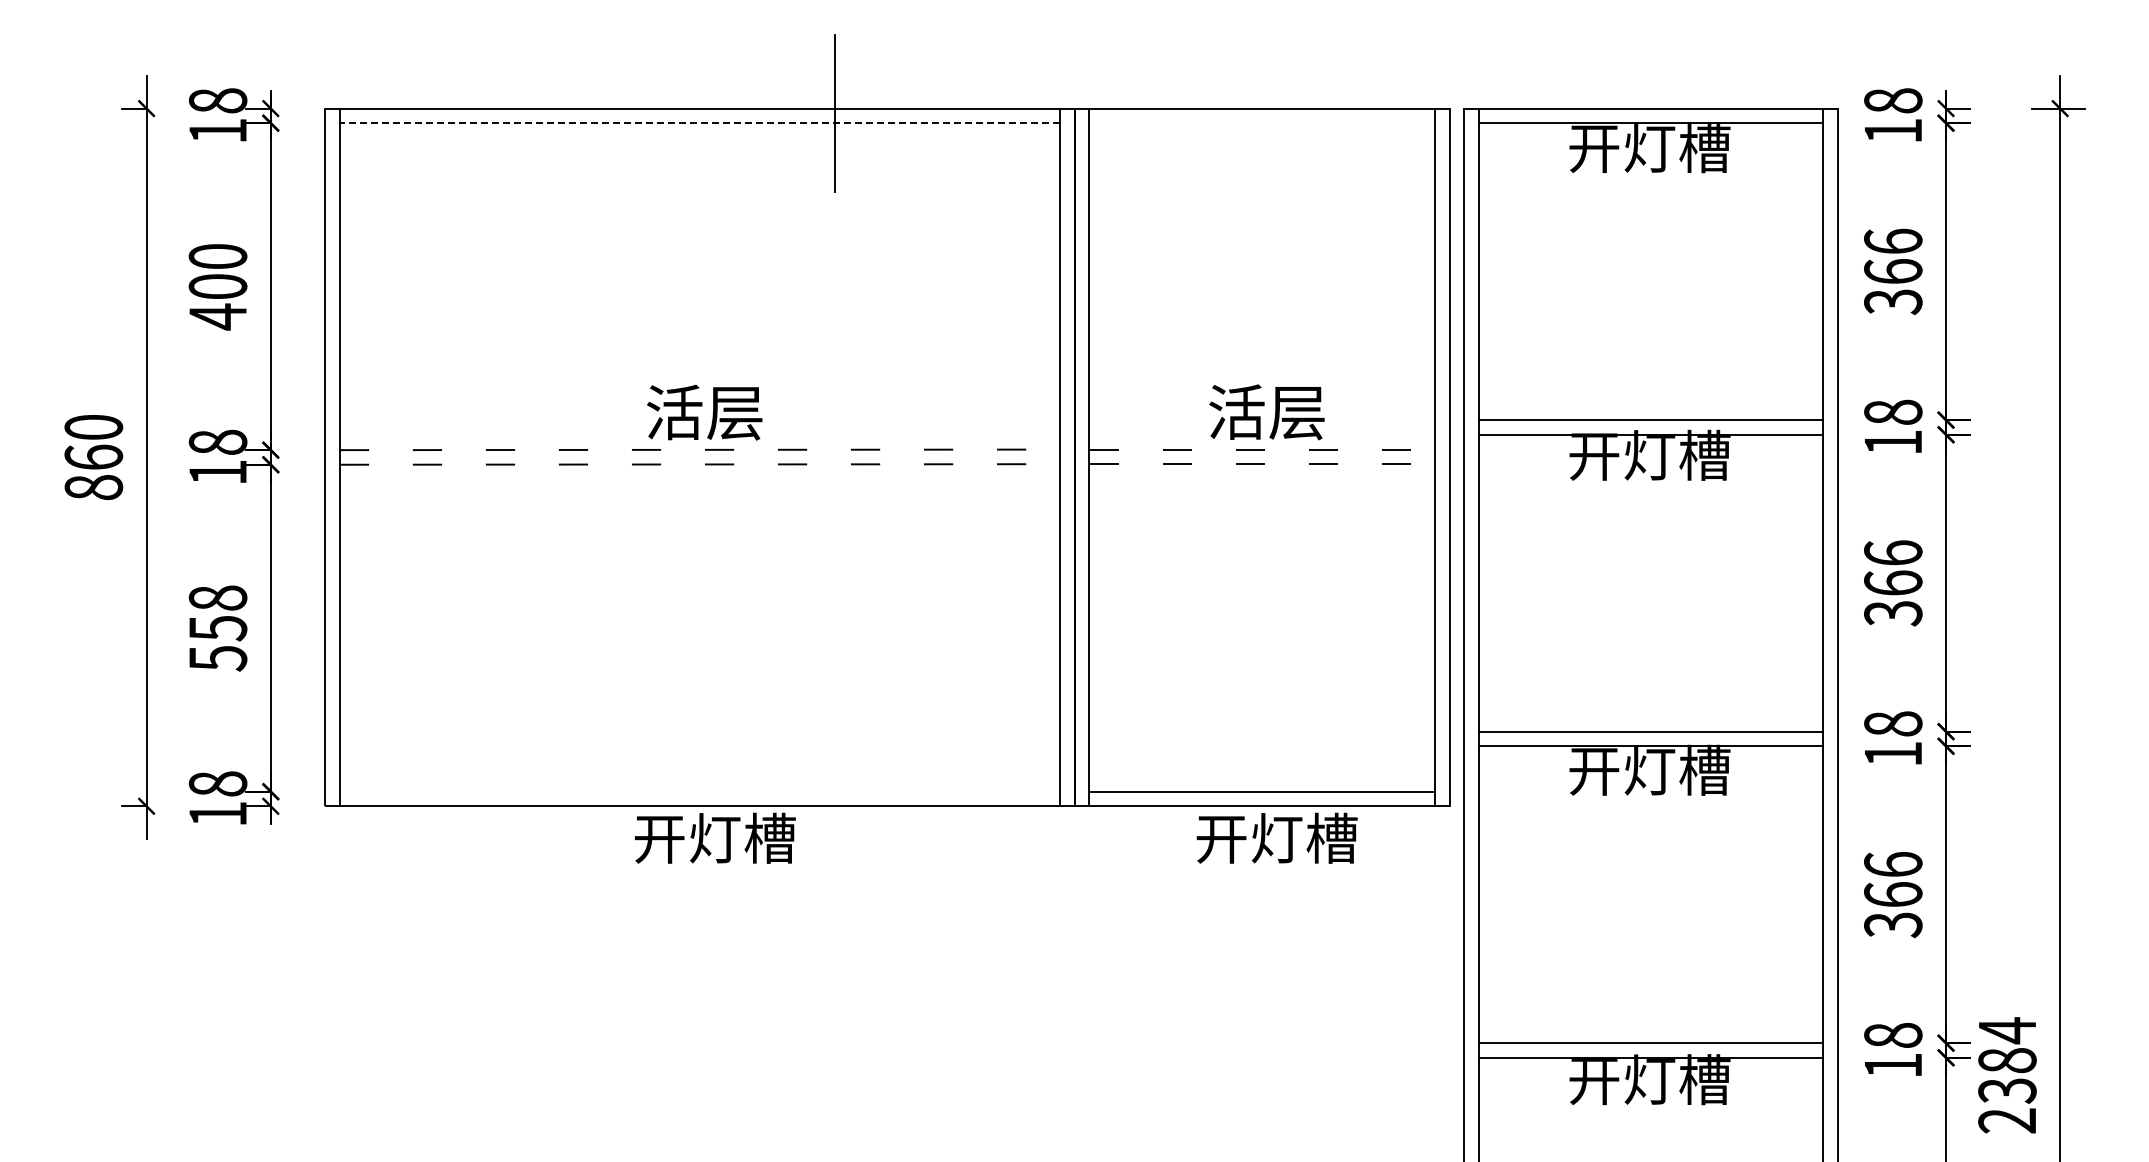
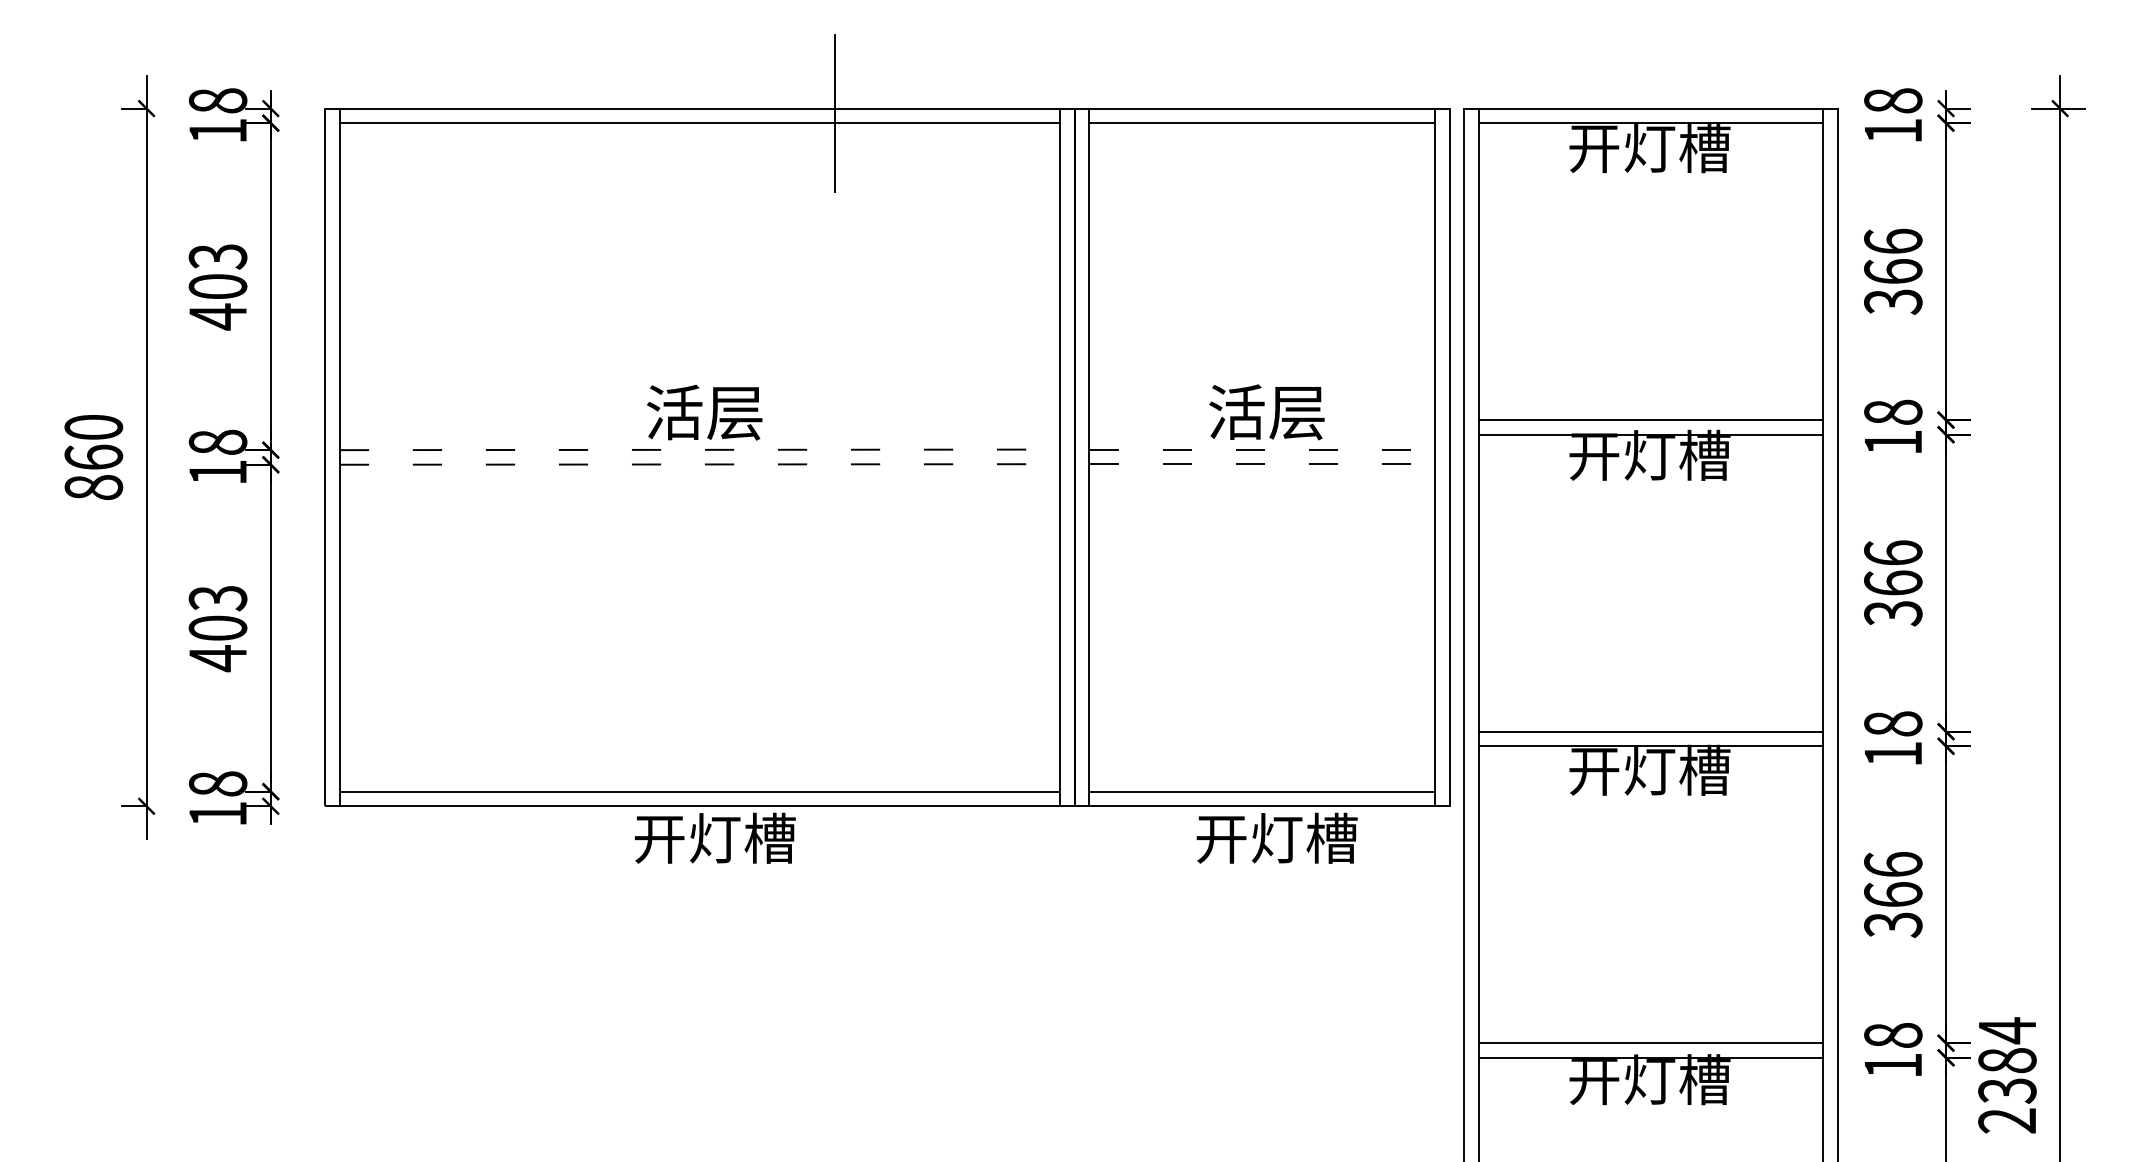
line at (699, 123): dashed -> solid
line at (1262, 123): none -> present
text at (217, 256): 400 -> 403
text at (217, 628): 558 -> 403
line at (699, 791): none -> present
